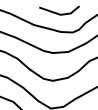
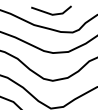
line at (57, 12) position: (57, 12) -> (49, 12)
